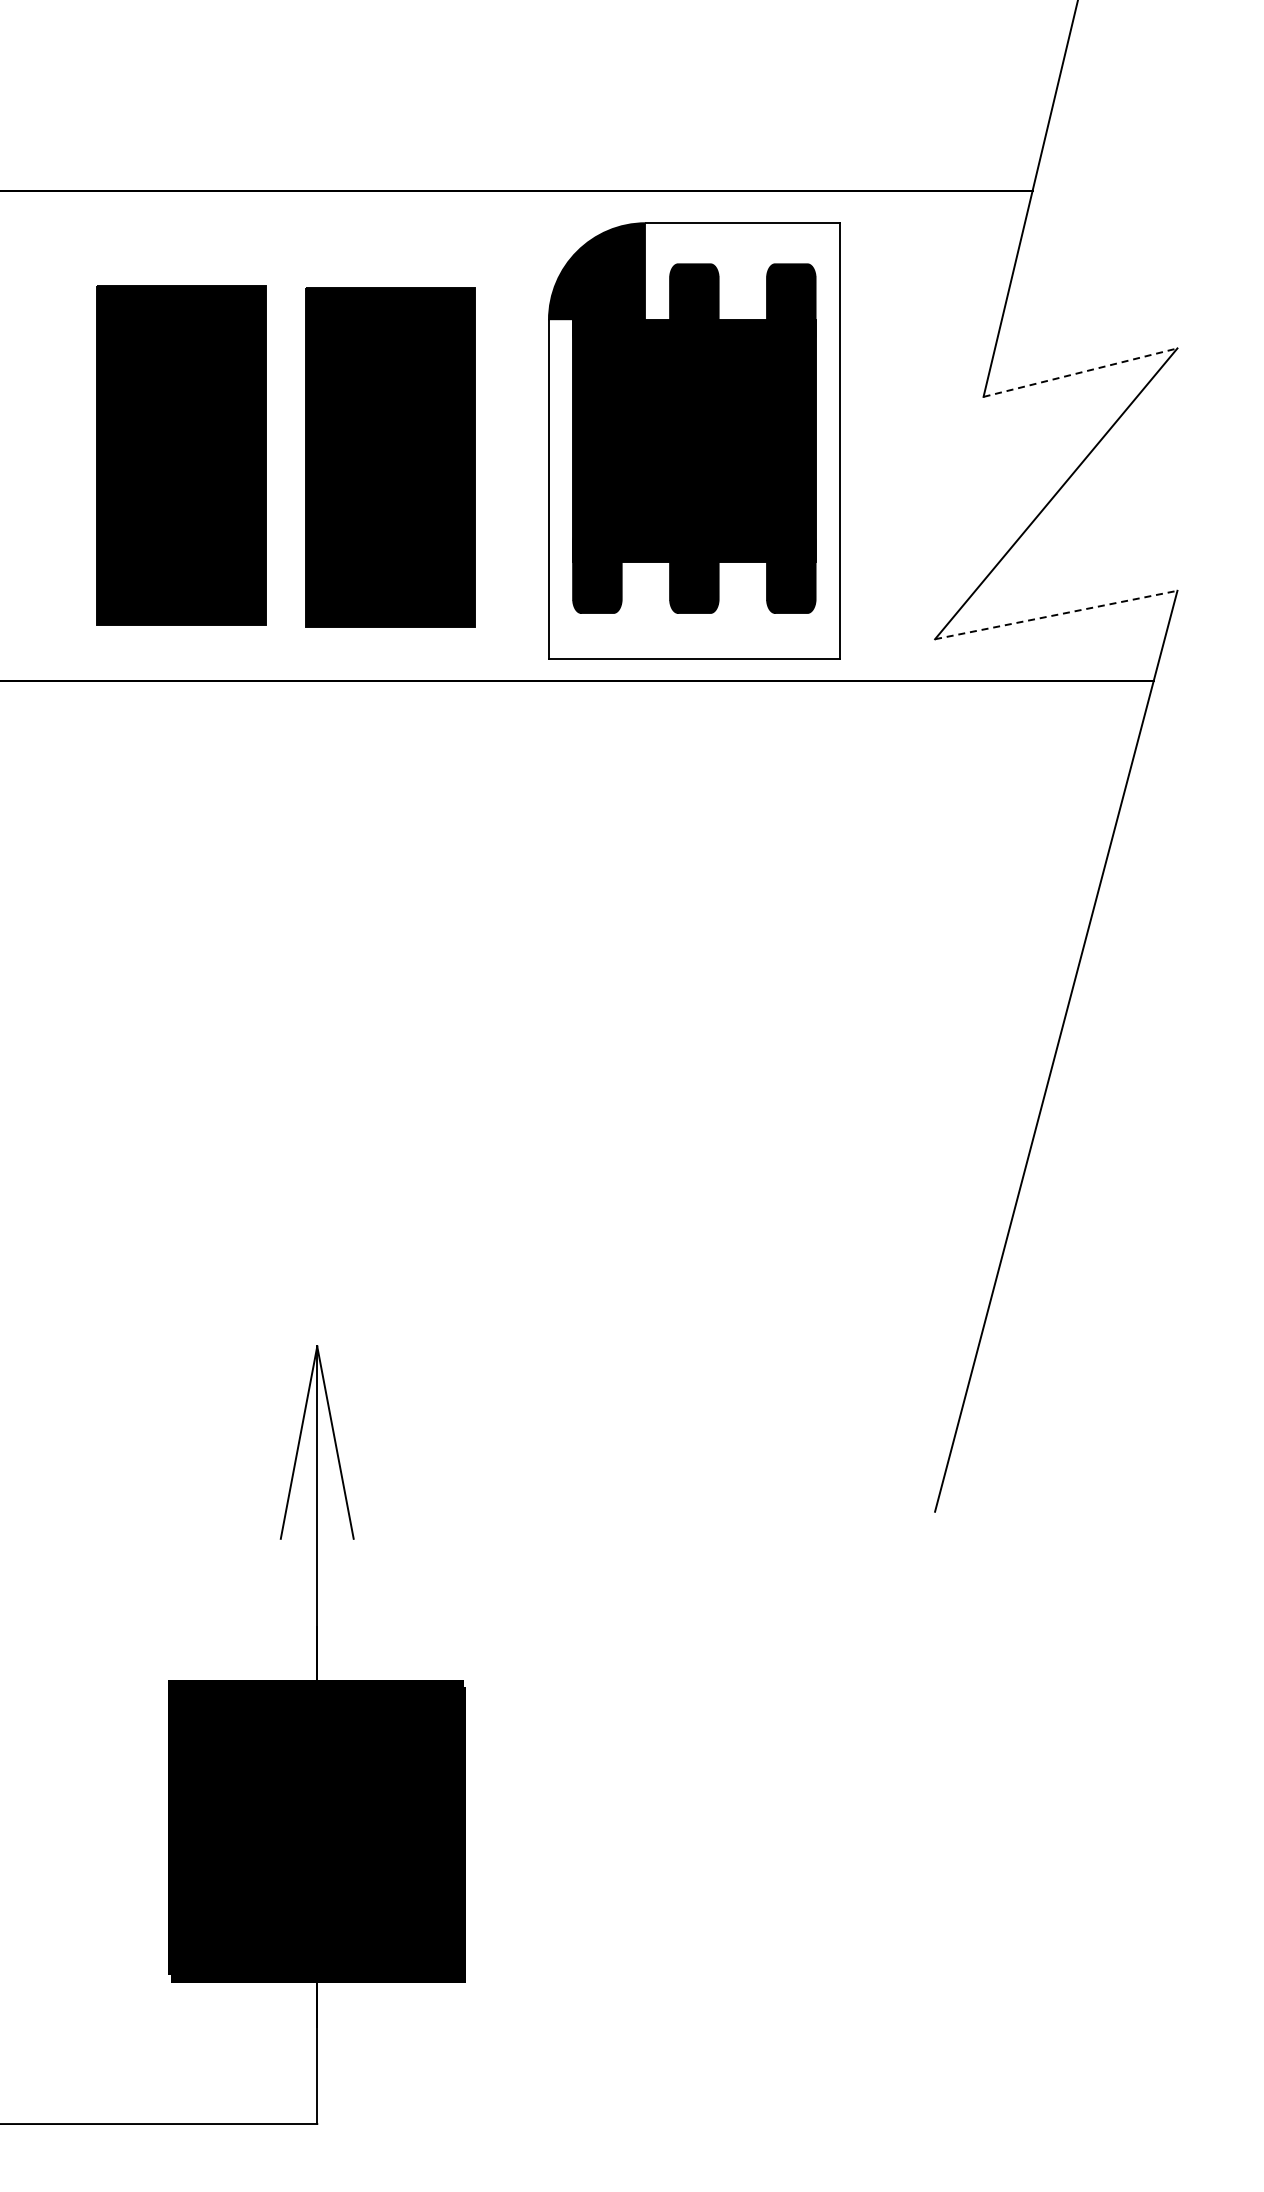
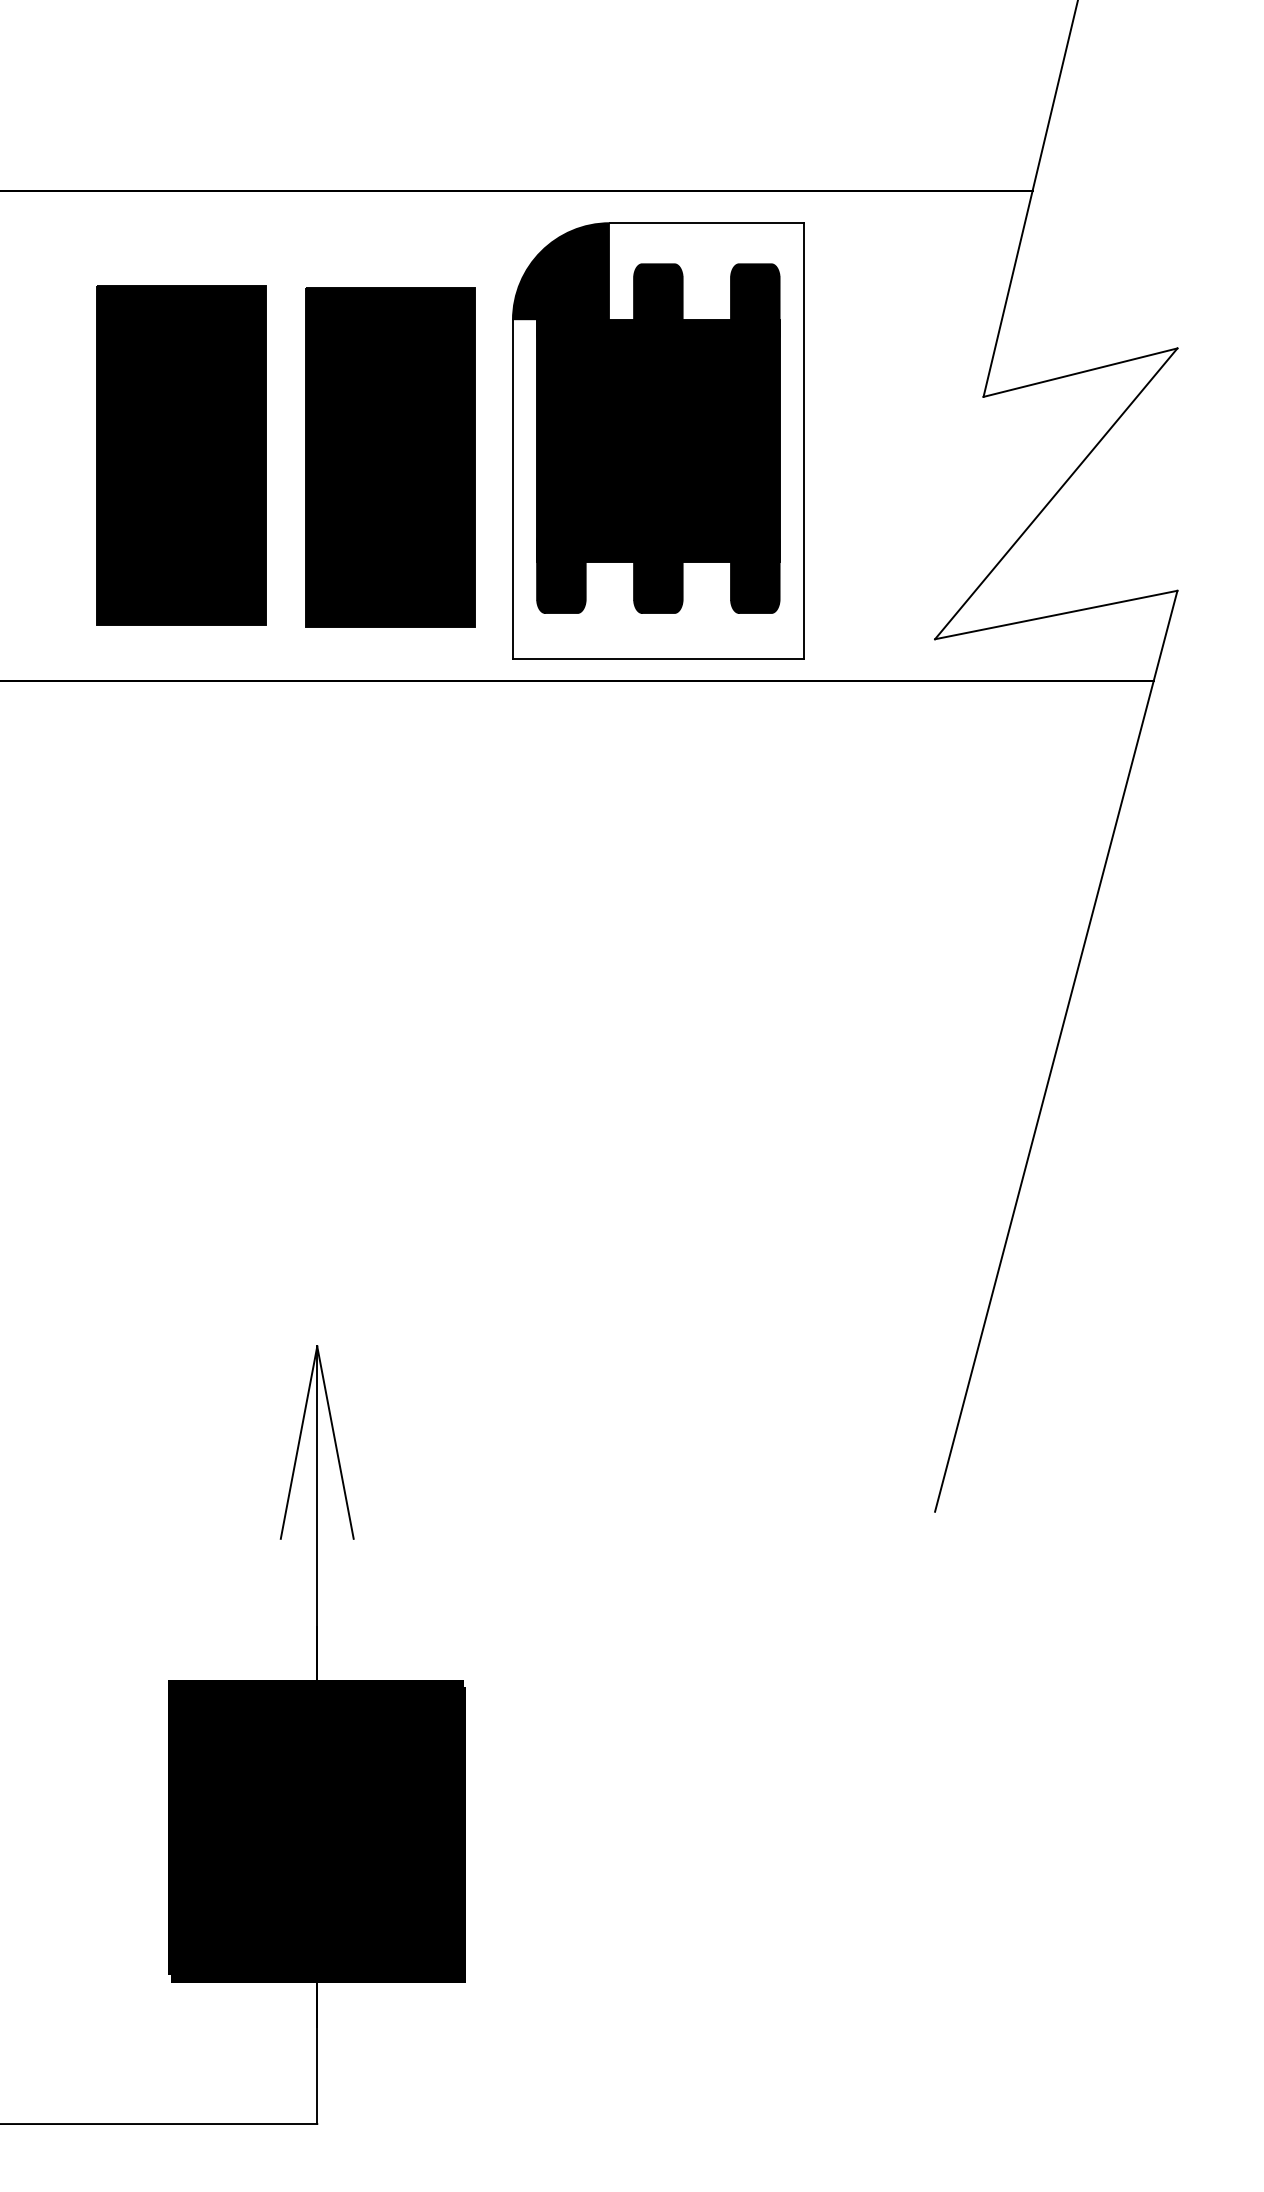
line at (1080, 372): dashed -> solid
part at (694, 440) position: (694, 440) -> (658, 440)
line at (1056, 615): dashed -> solid
